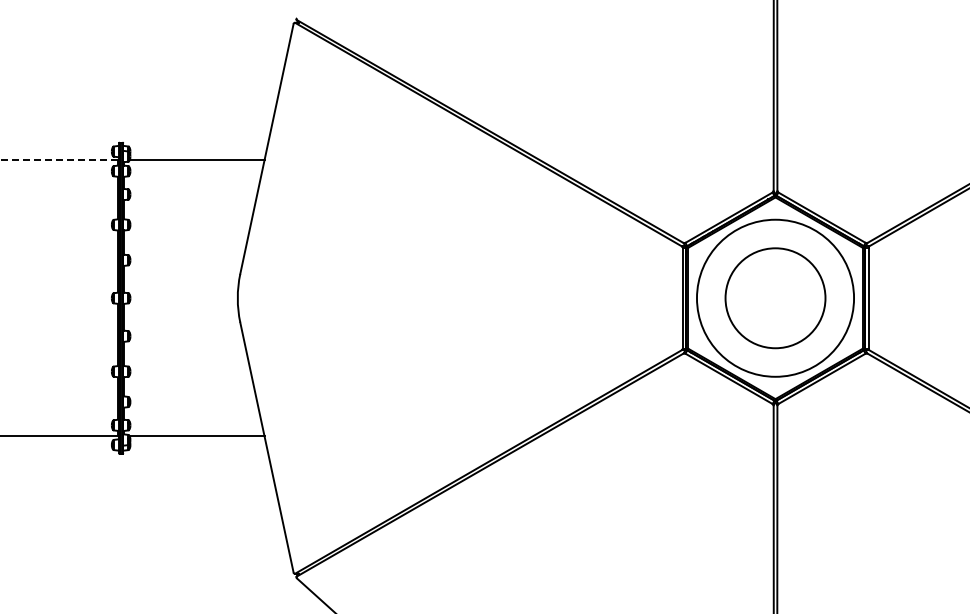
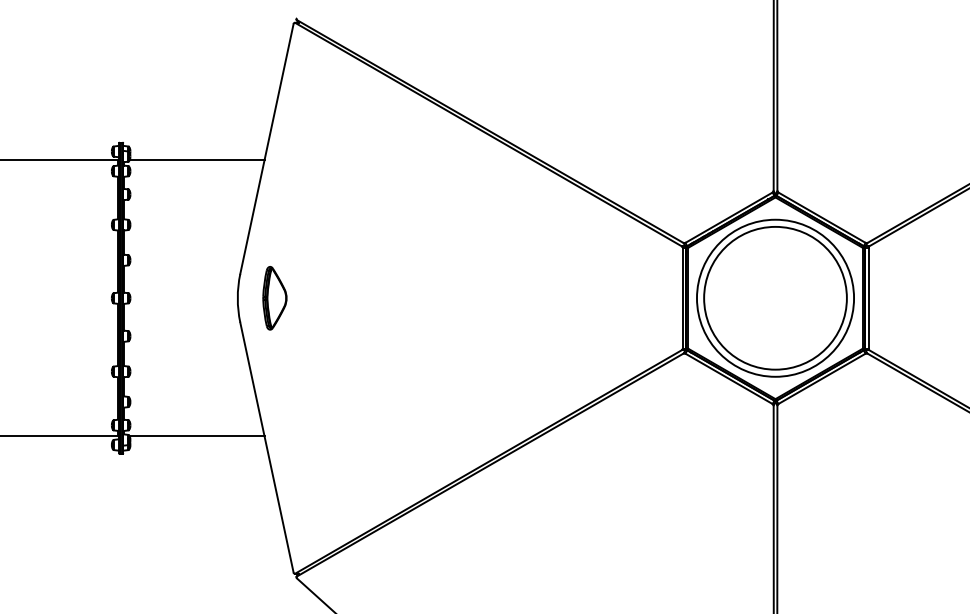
line at (59, 160): dashed -> solid
part at (274, 298): none -> present
circle at (775, 298) diameter: 100 px -> 143 px
